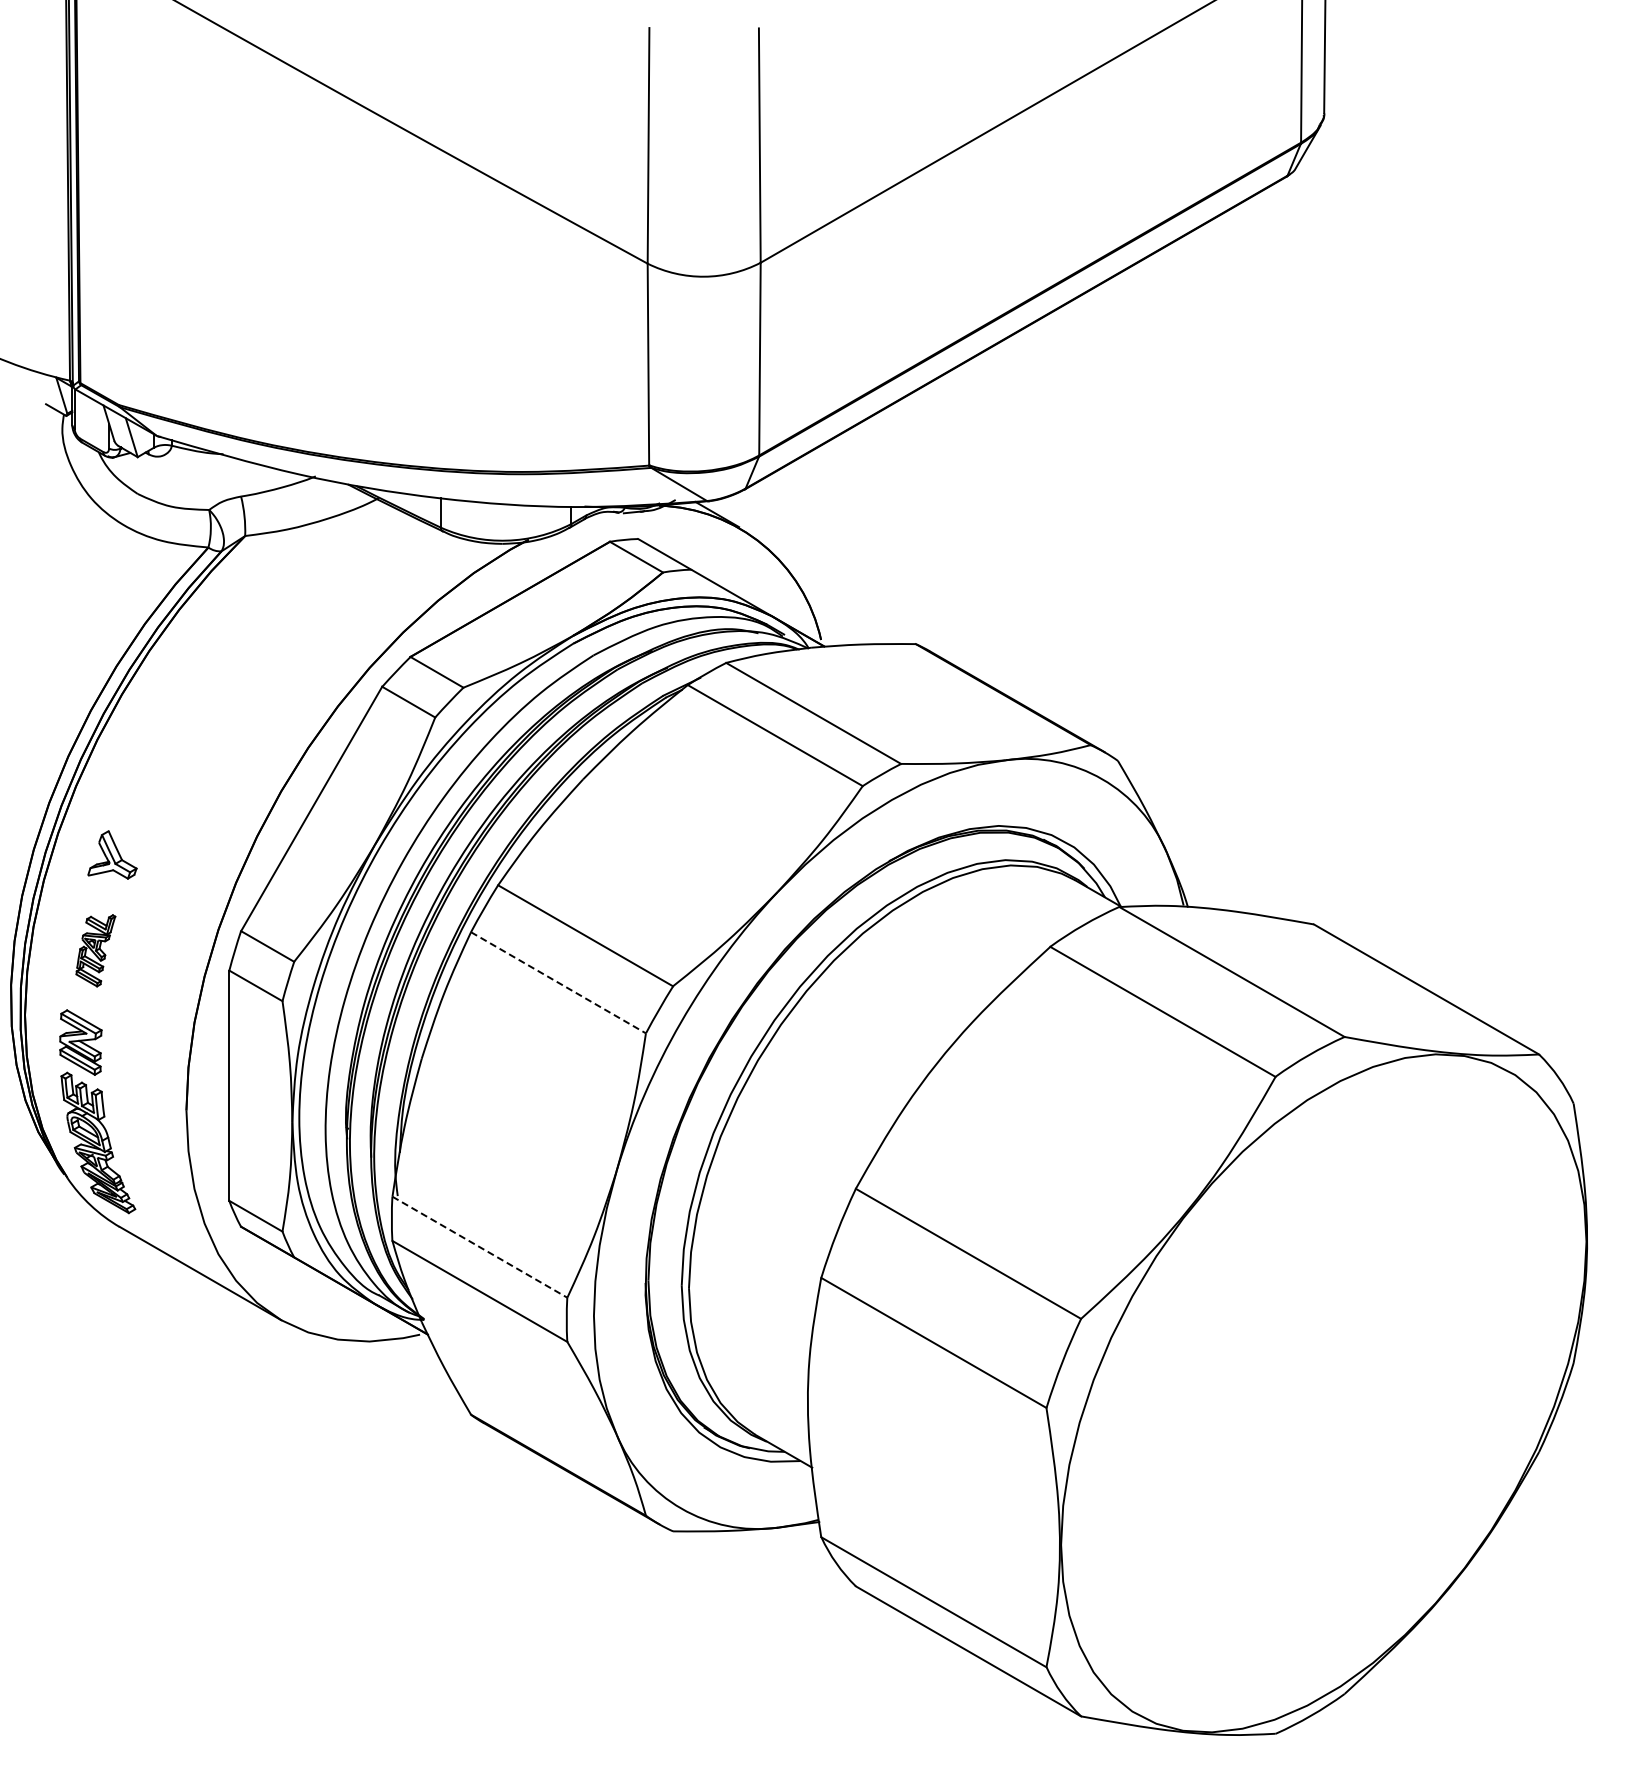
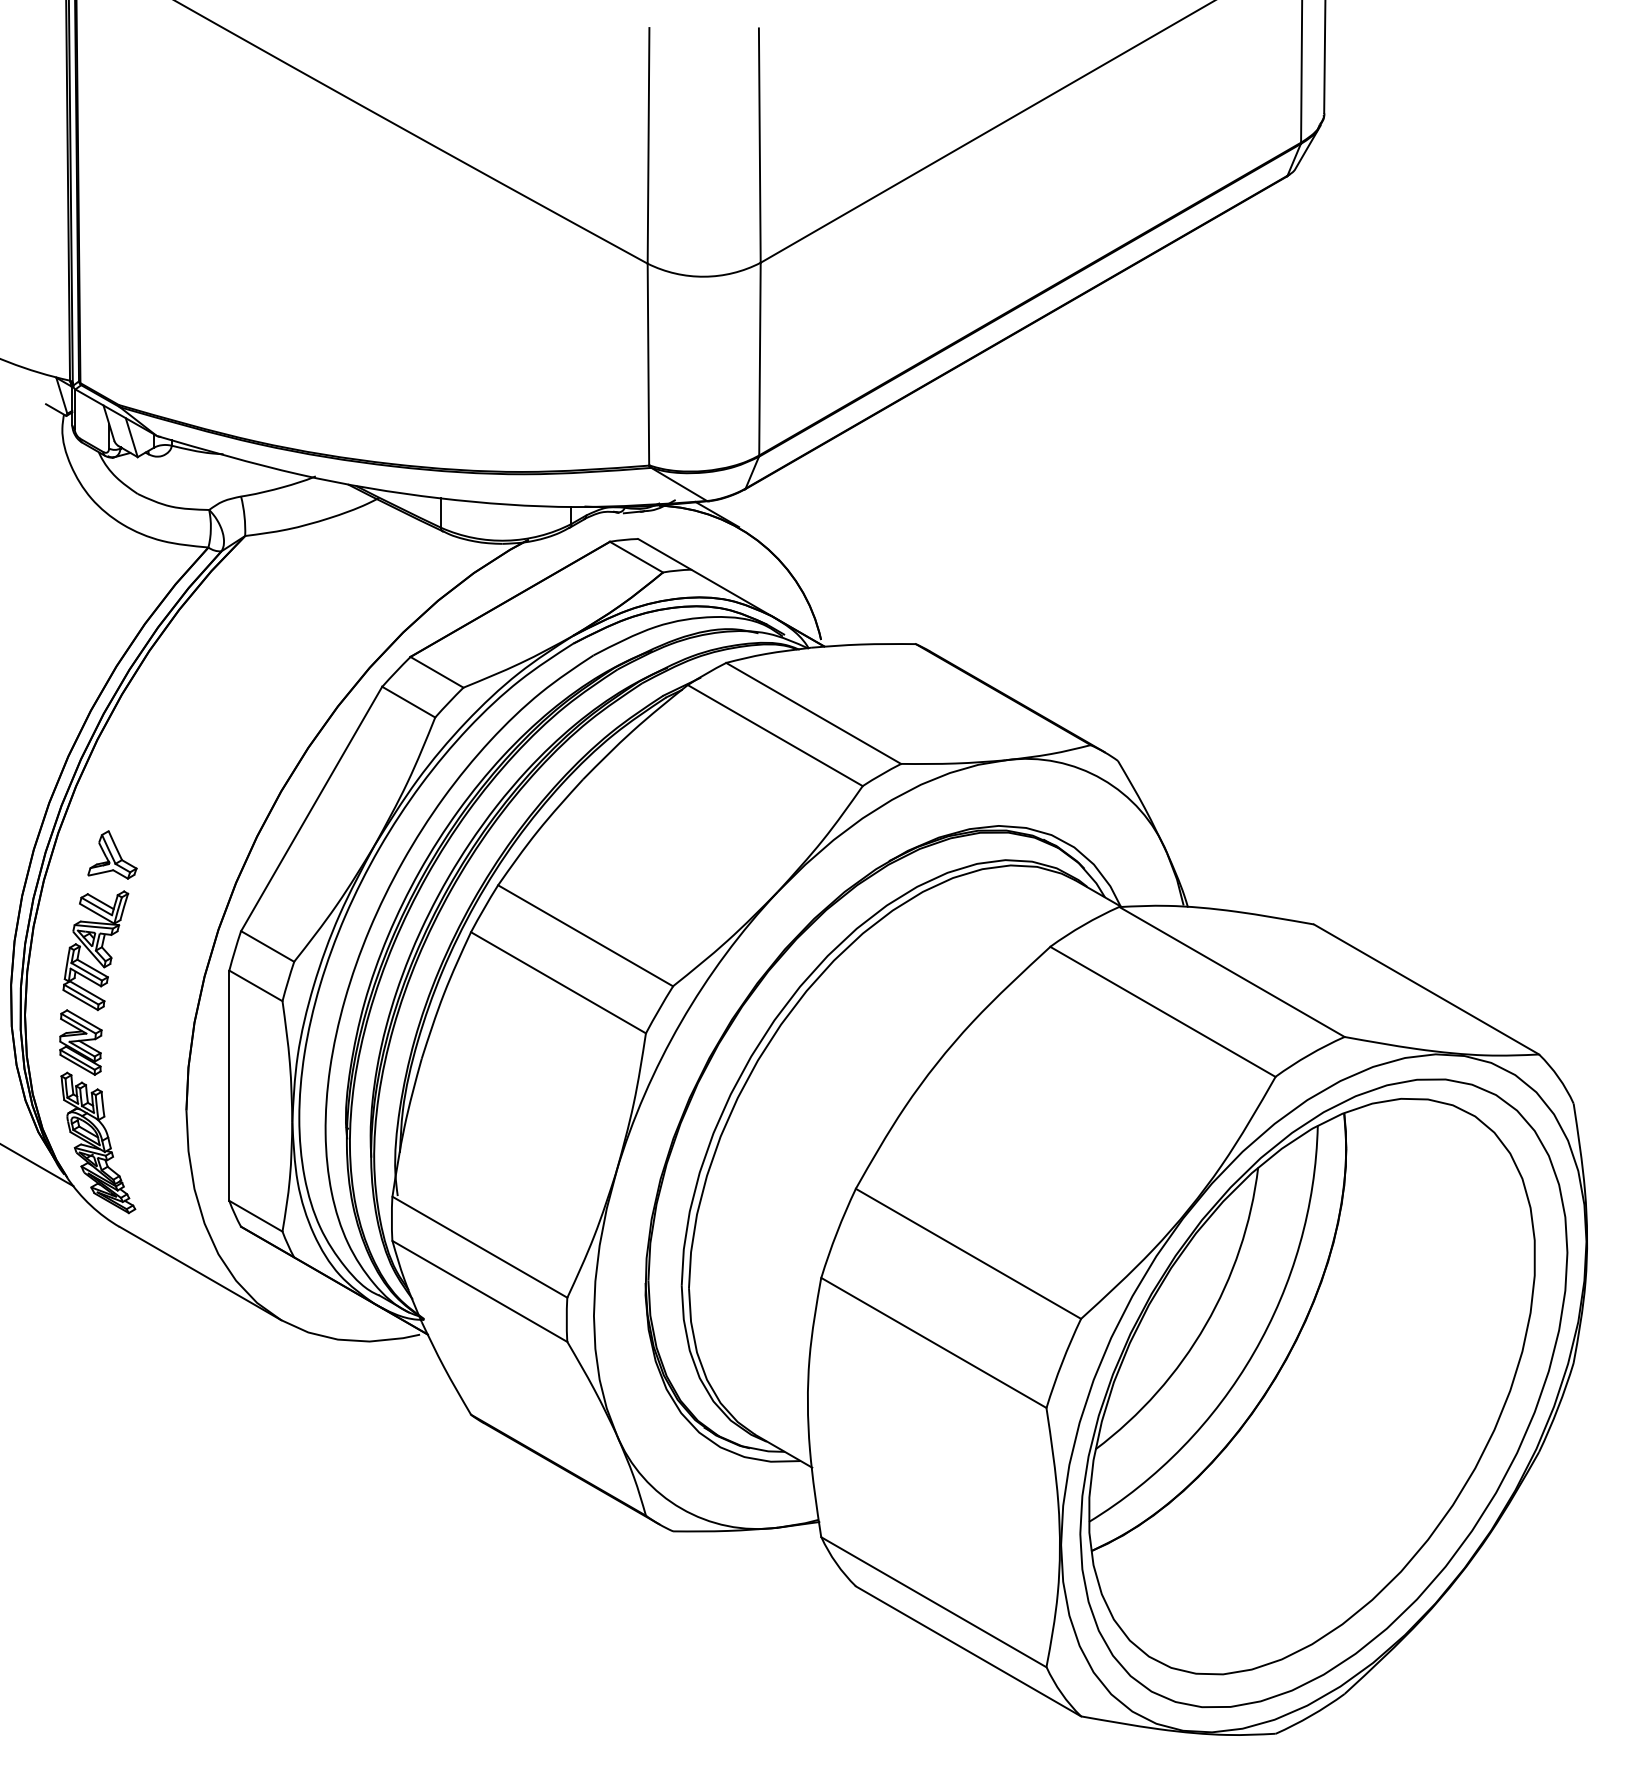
part at (95, 950) size: 42x74 px -> 68x122 px
line at (558, 983): dashed -> solid
line at (37, 1165): none -> present
line at (479, 1247): dashed -> solid
part at (1323, 1393): none -> present
